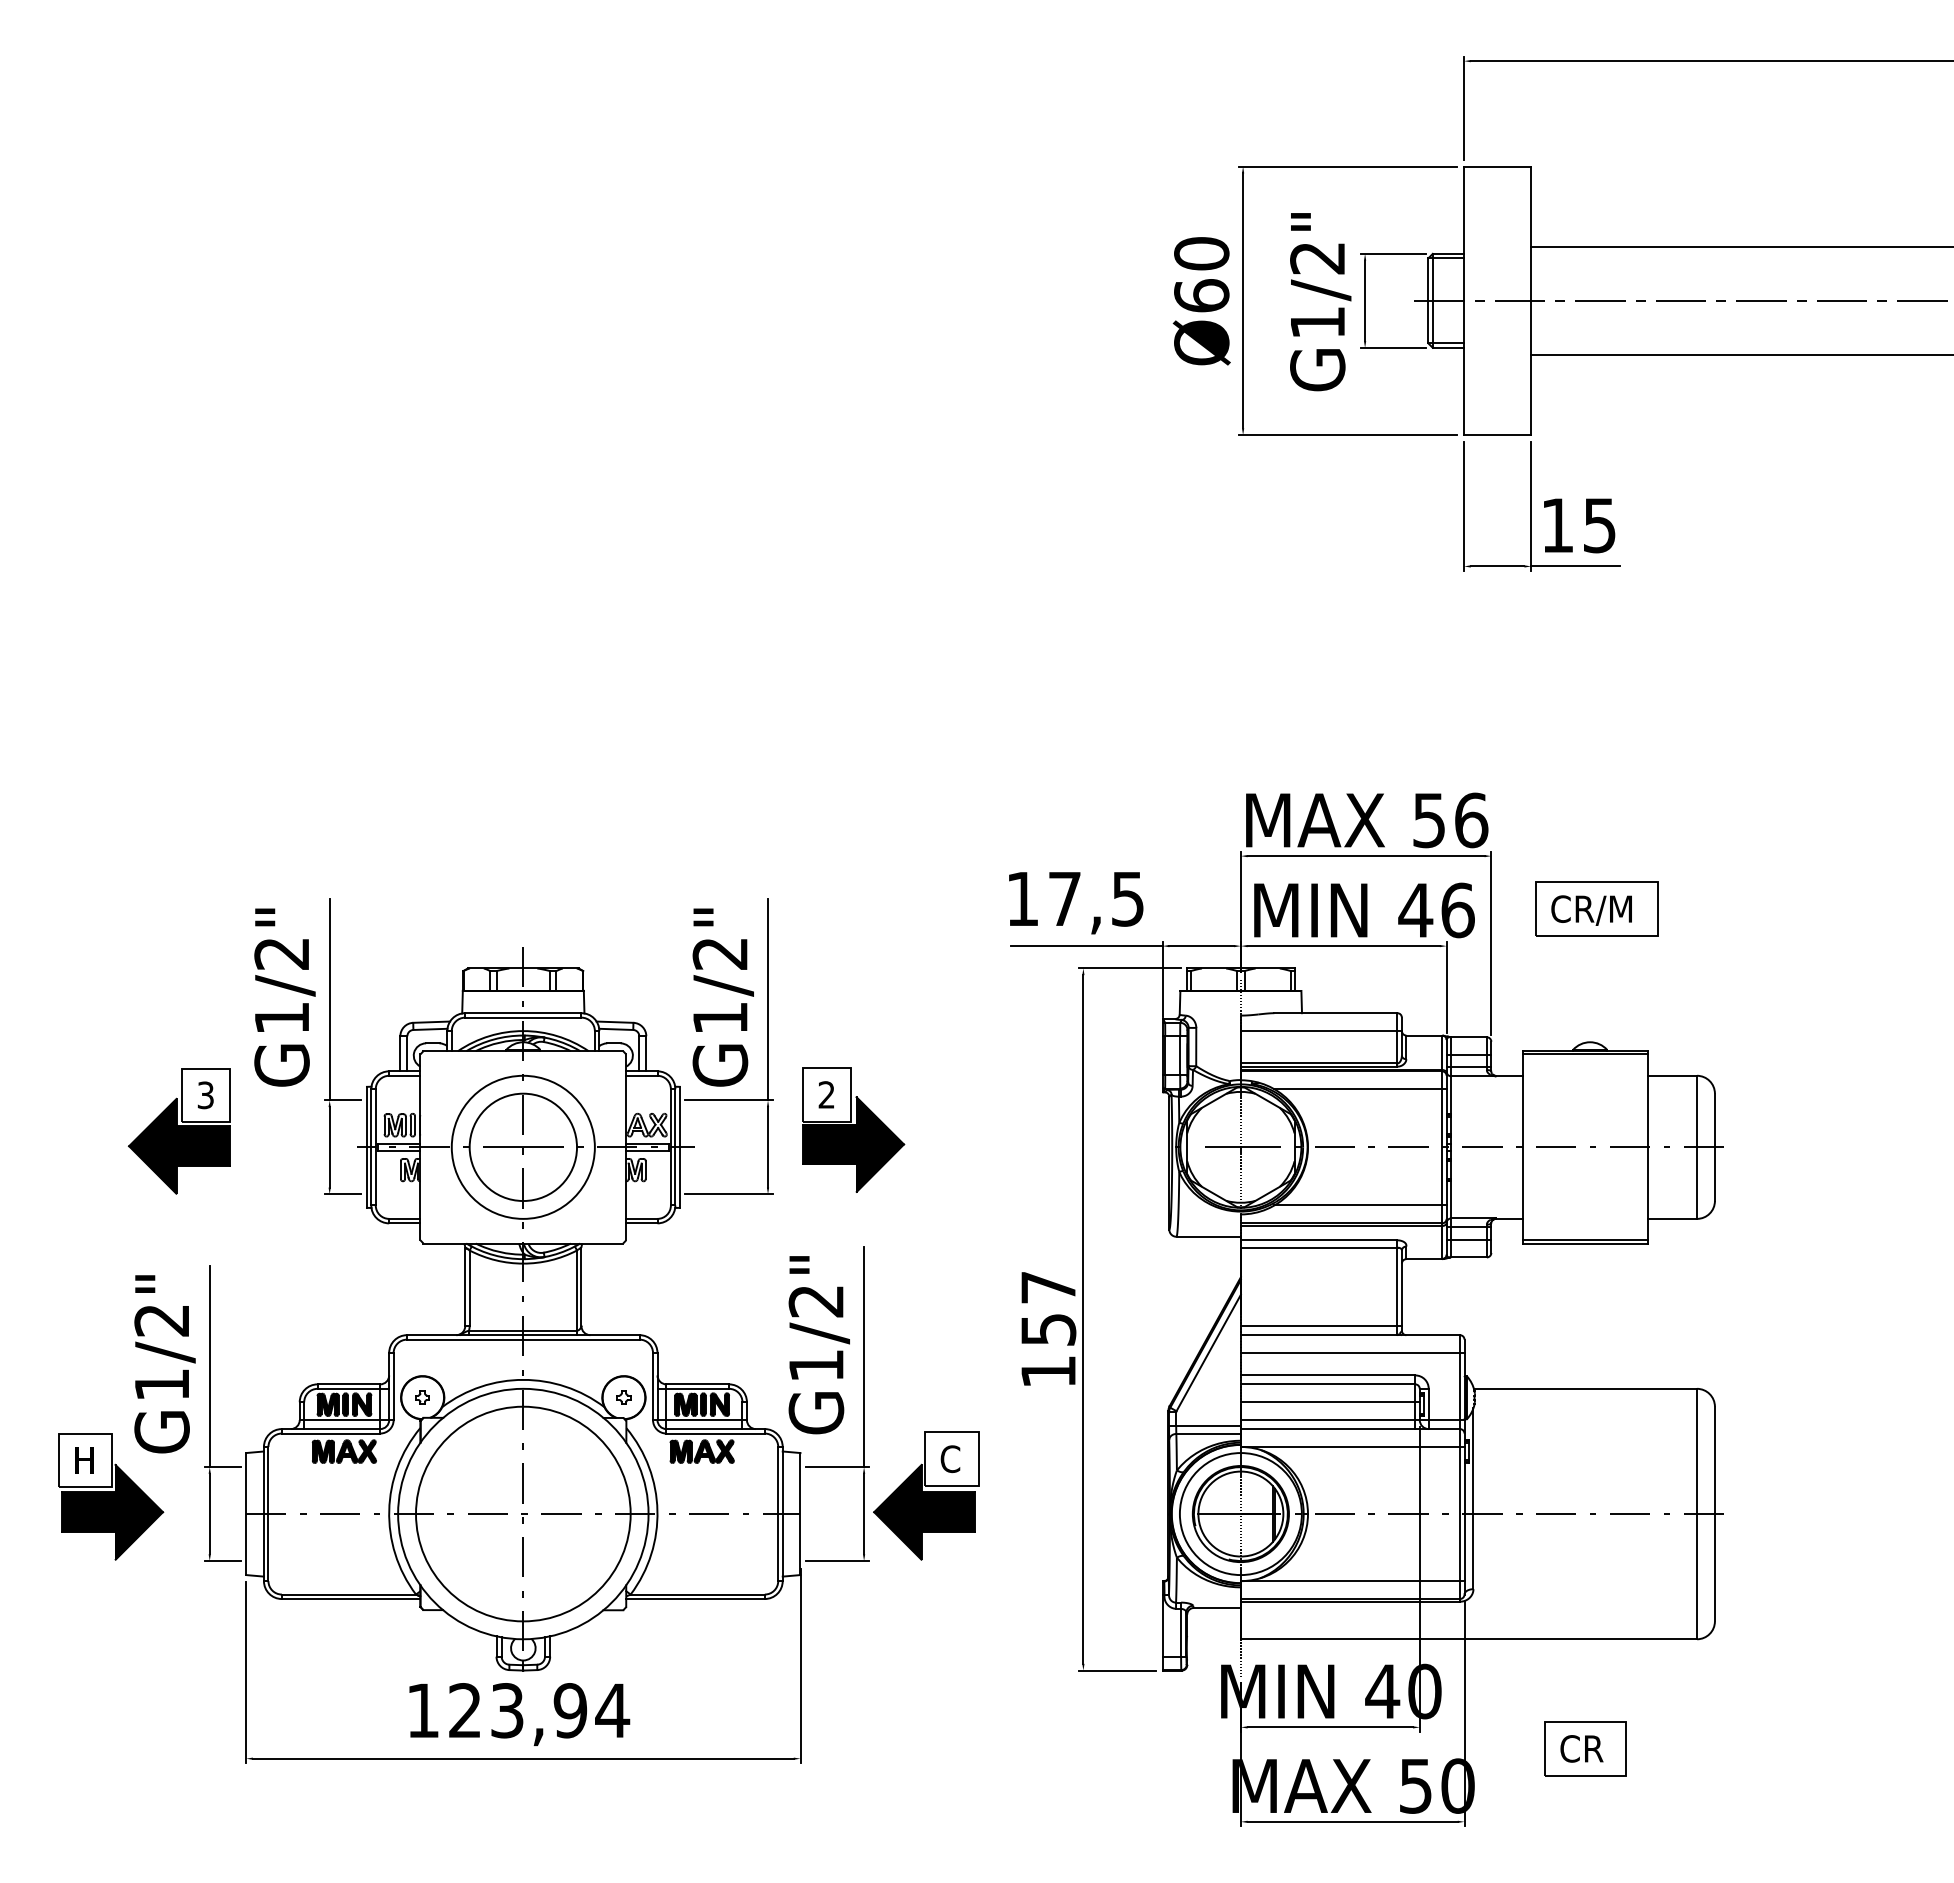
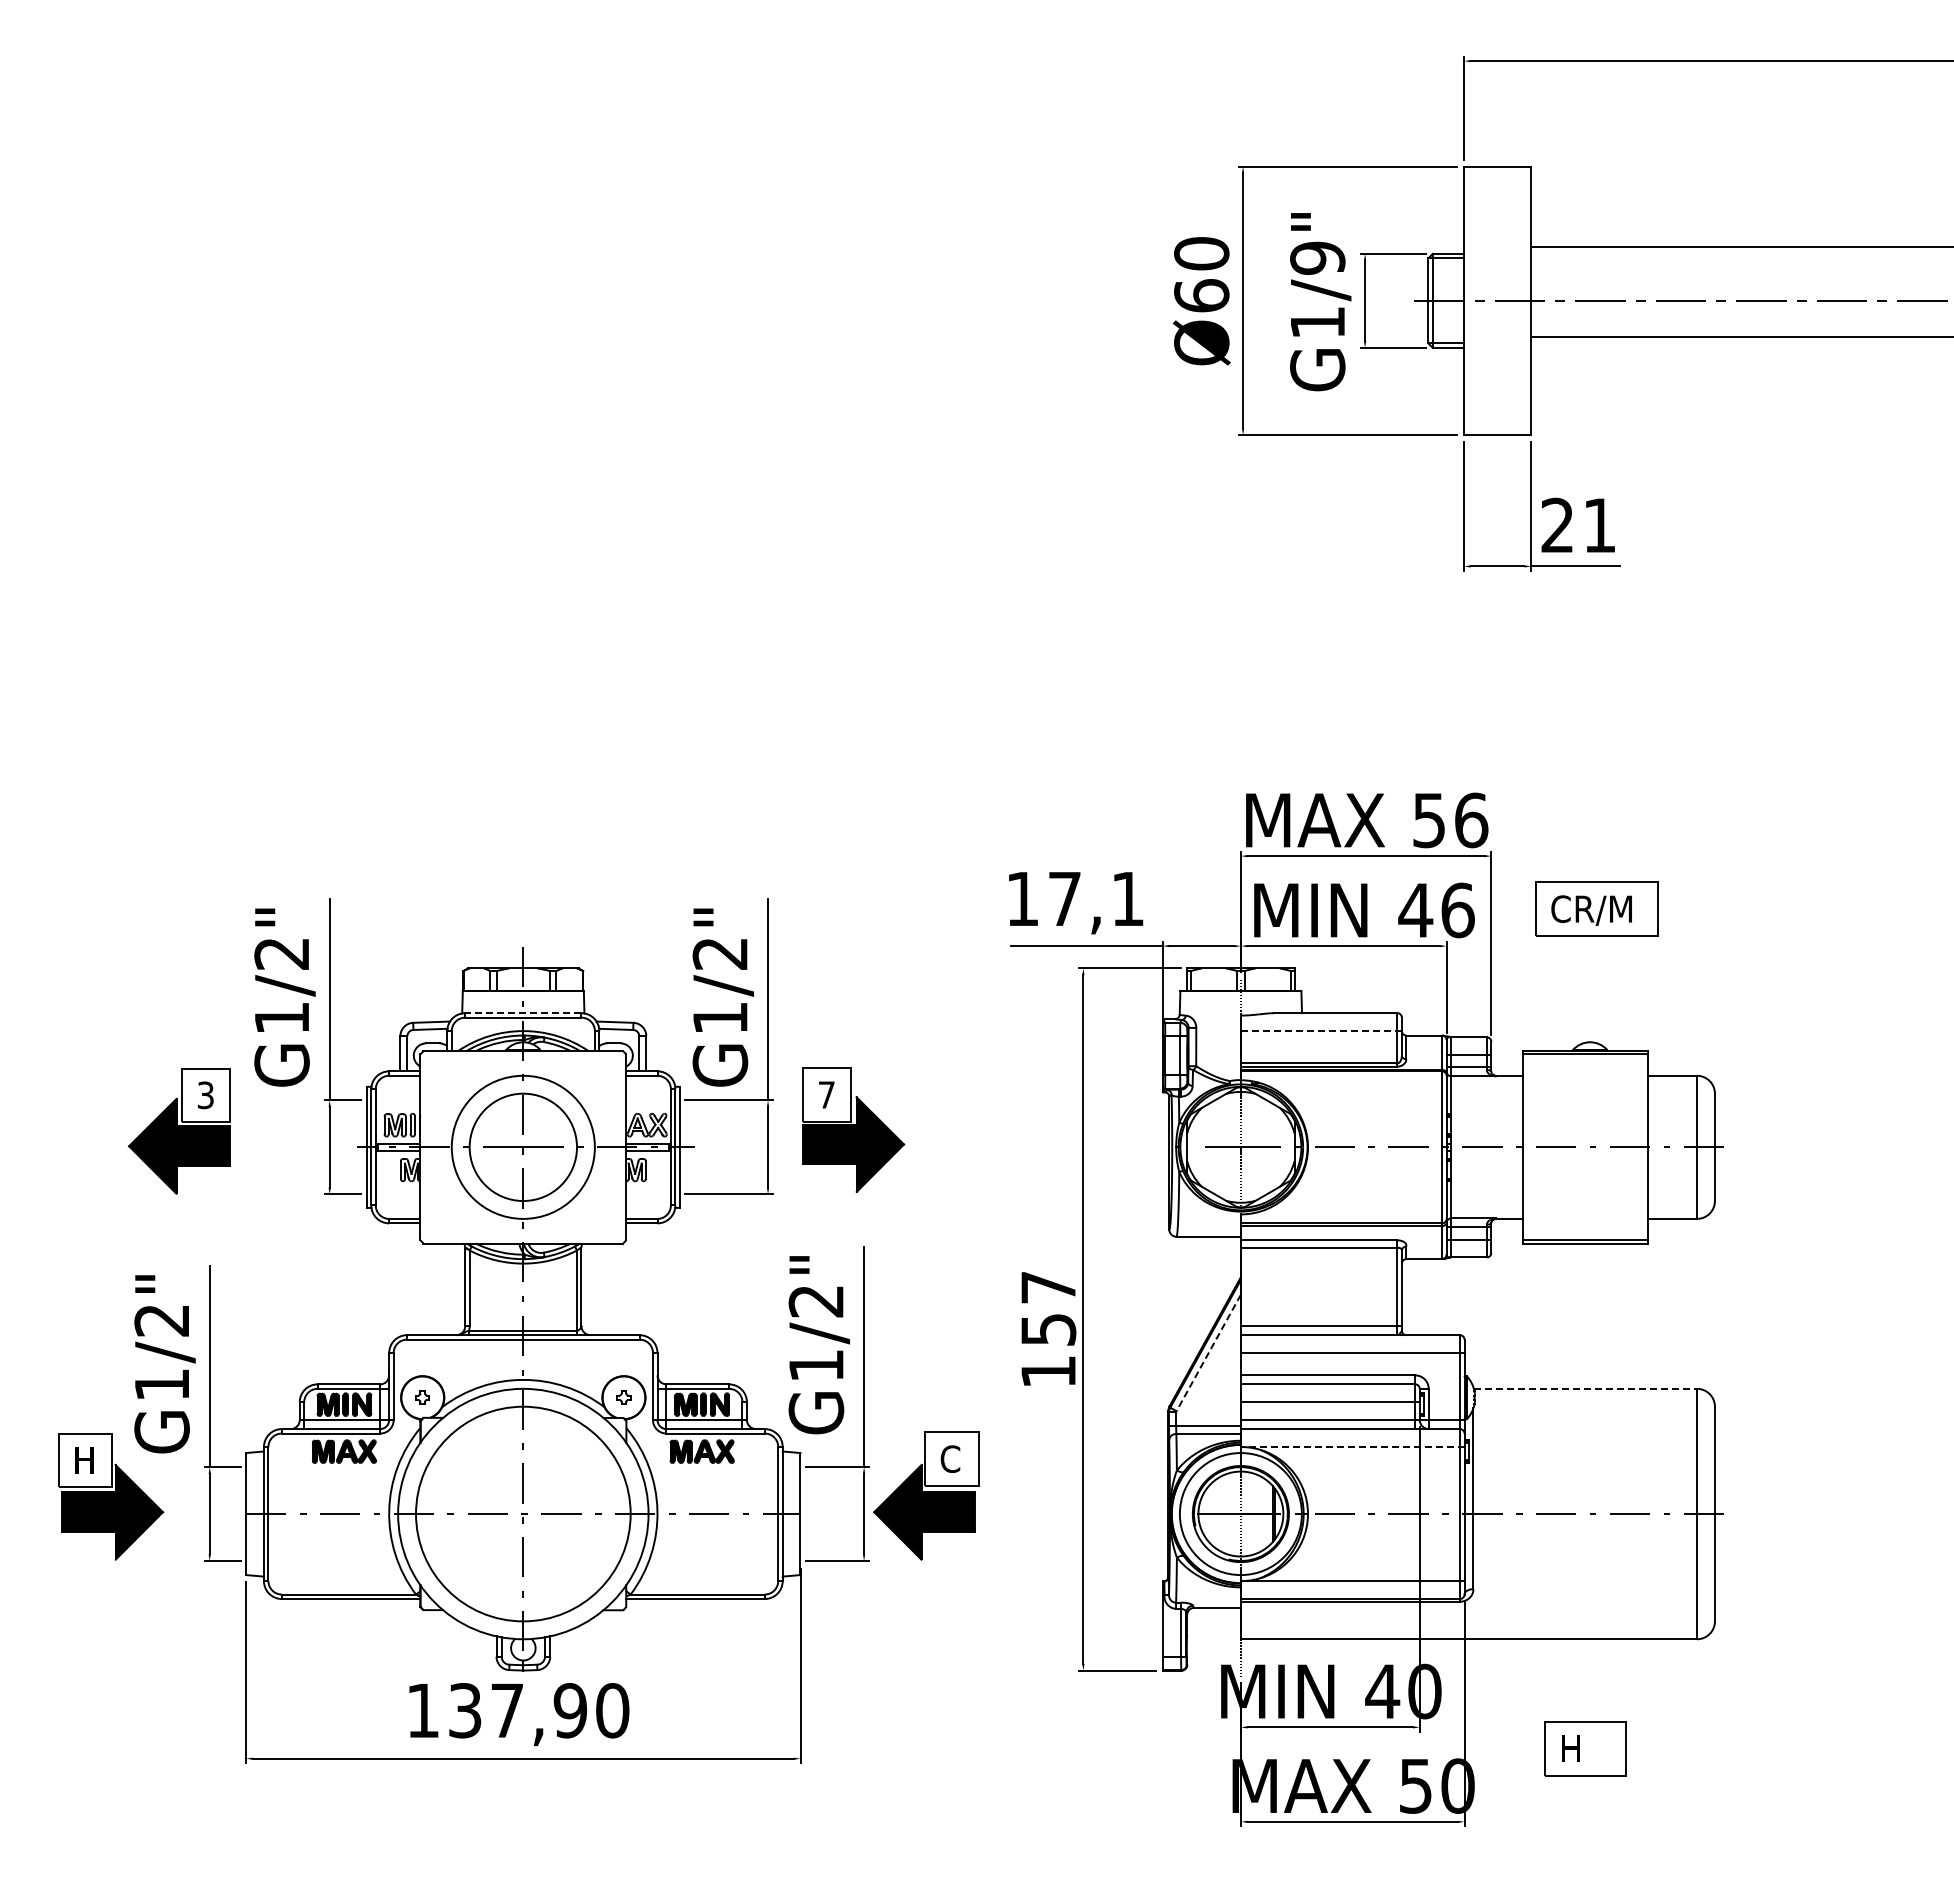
text at (1317, 257): G1/2" -> G1/9"
line at (1740, 354) position: (1740, 354) -> (1740, 336)
text at (1578, 525): 15 -> 21
text at (1127, 899): 17,5 -> 17,1
line at (522, 1013): solid -> dashed
line at (1320, 1031): solid -> dashed
line at (1360, 1089): present -> none
text at (826, 1094): 2 -> 7
line at (1360, 1205): present -> none
line at (1208, 1352): solid -> dashed
line at (1585, 1388): solid -> dashed
line at (1352, 1446): solid -> dashed
text at (539, 1710): 123,94 -> 137,90
text at (1581, 1748): CR -> H
